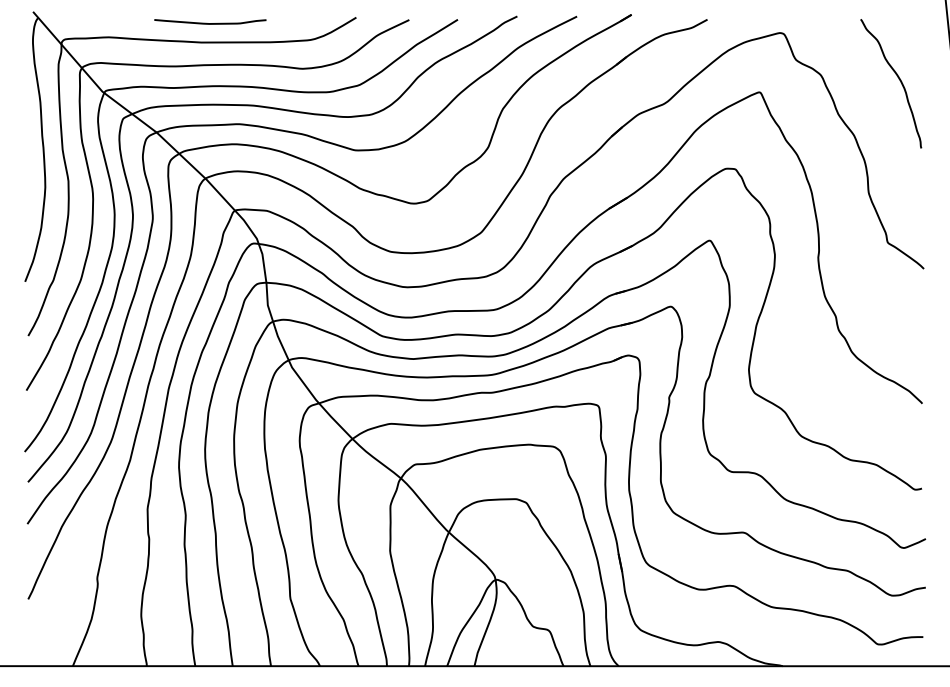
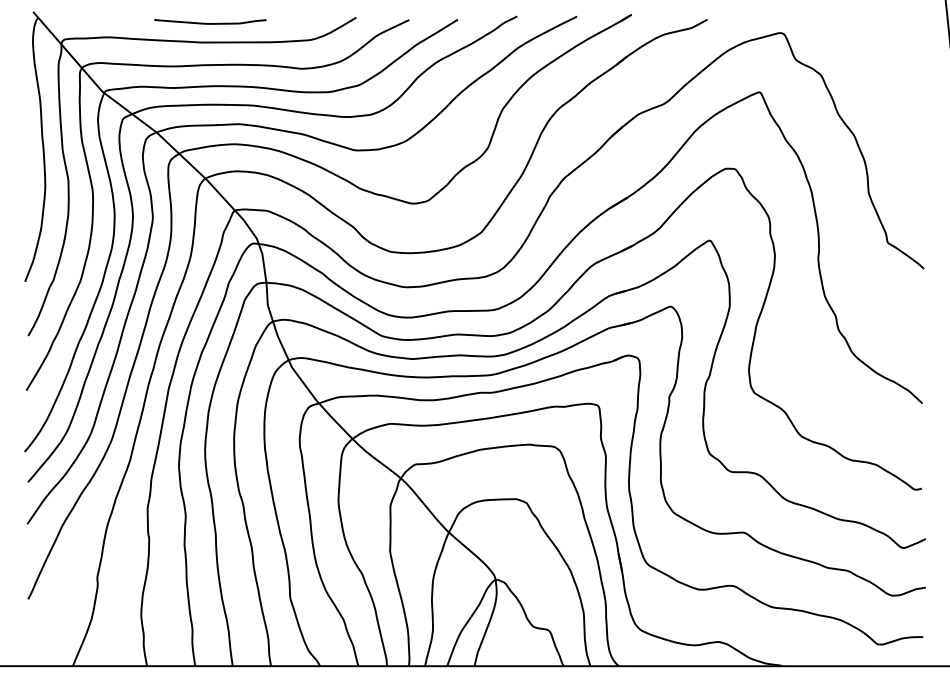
curve at (898, 79): present -> none
